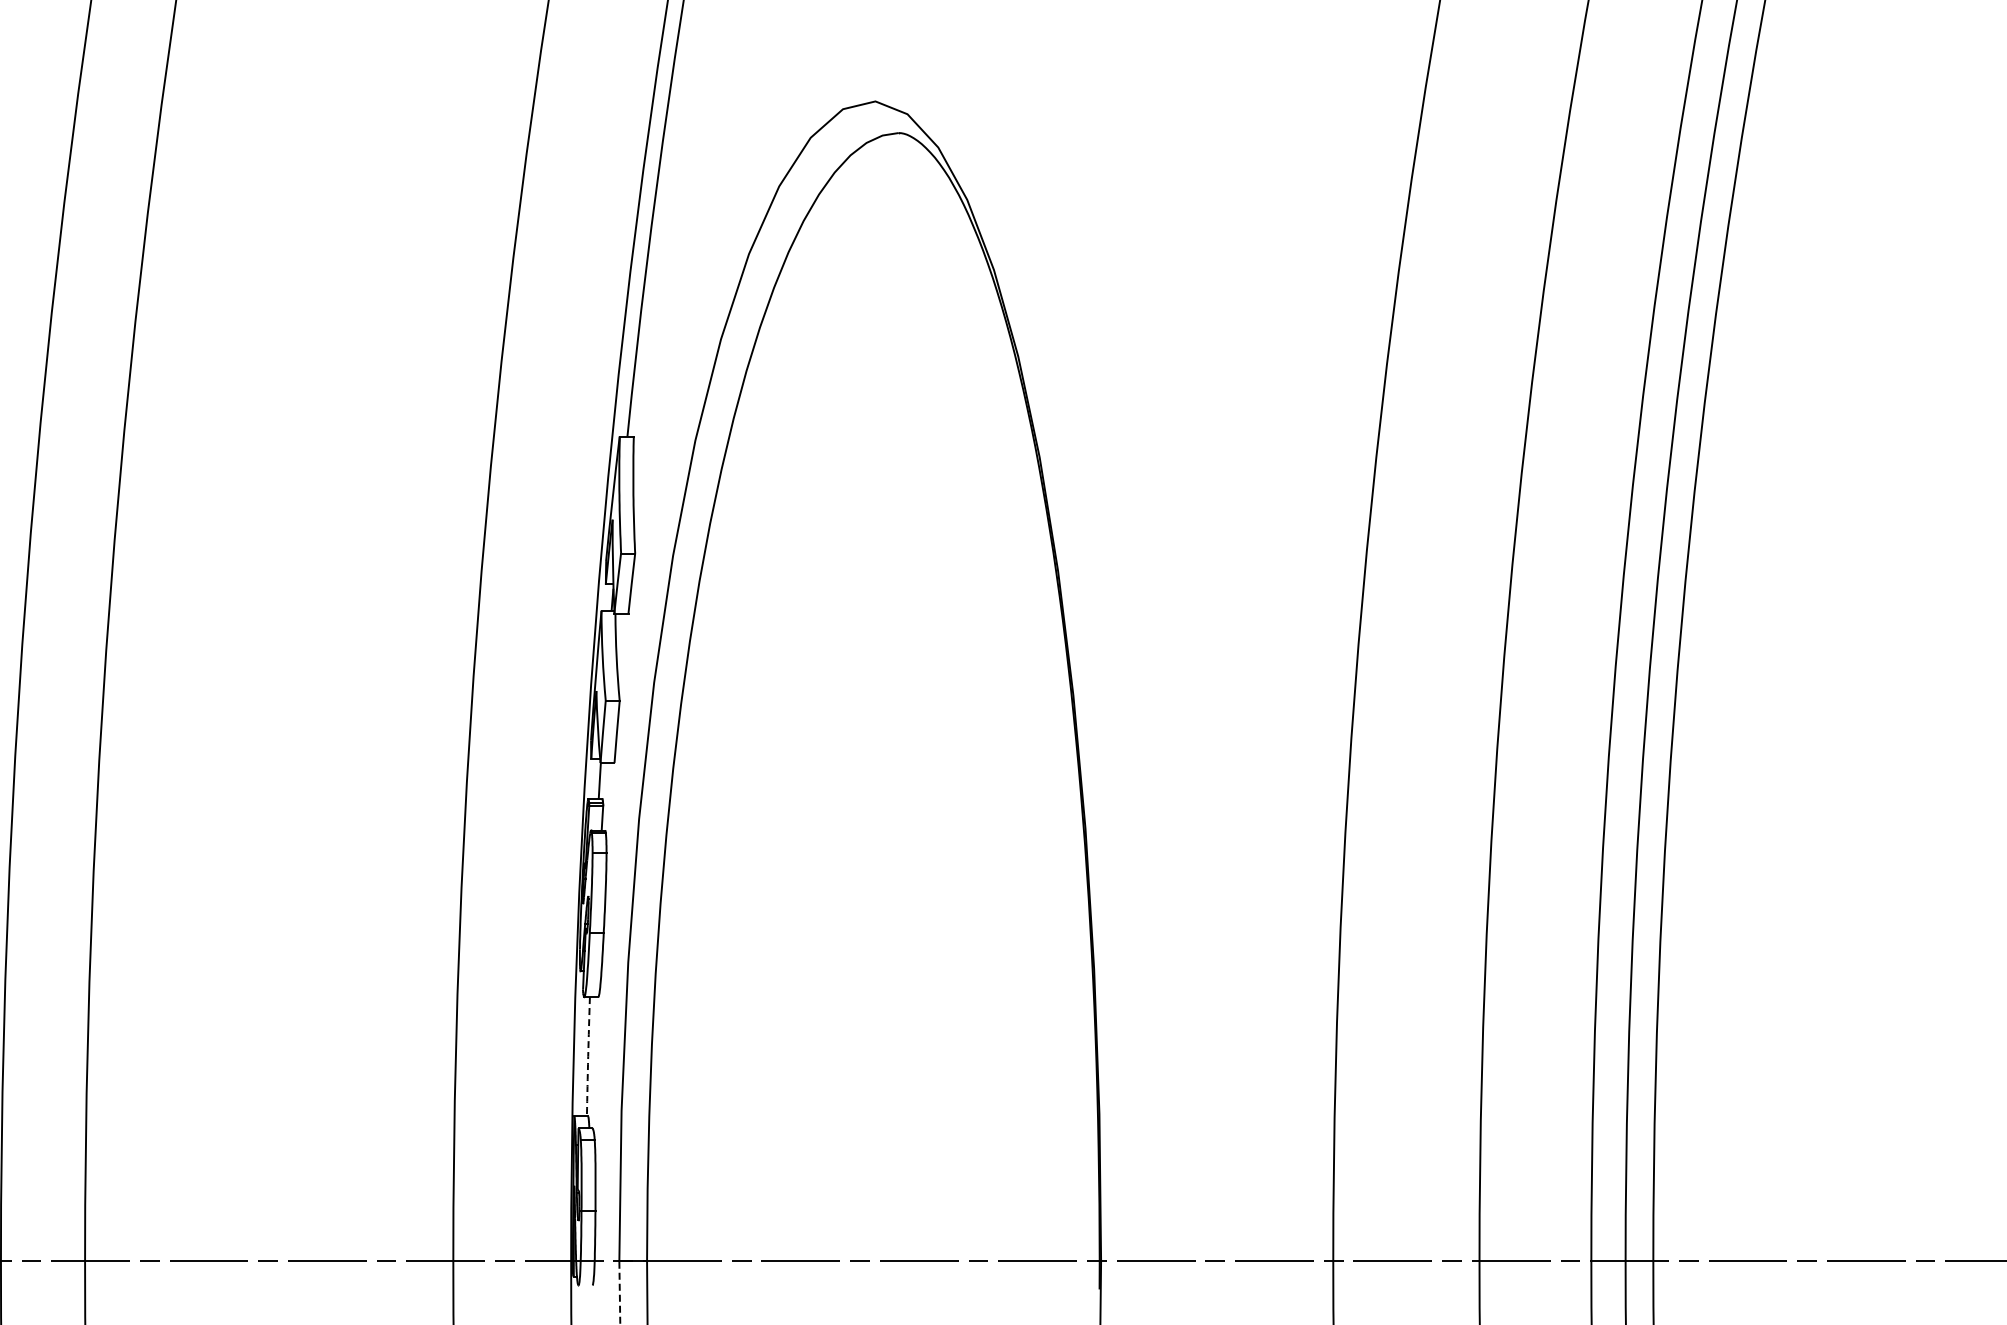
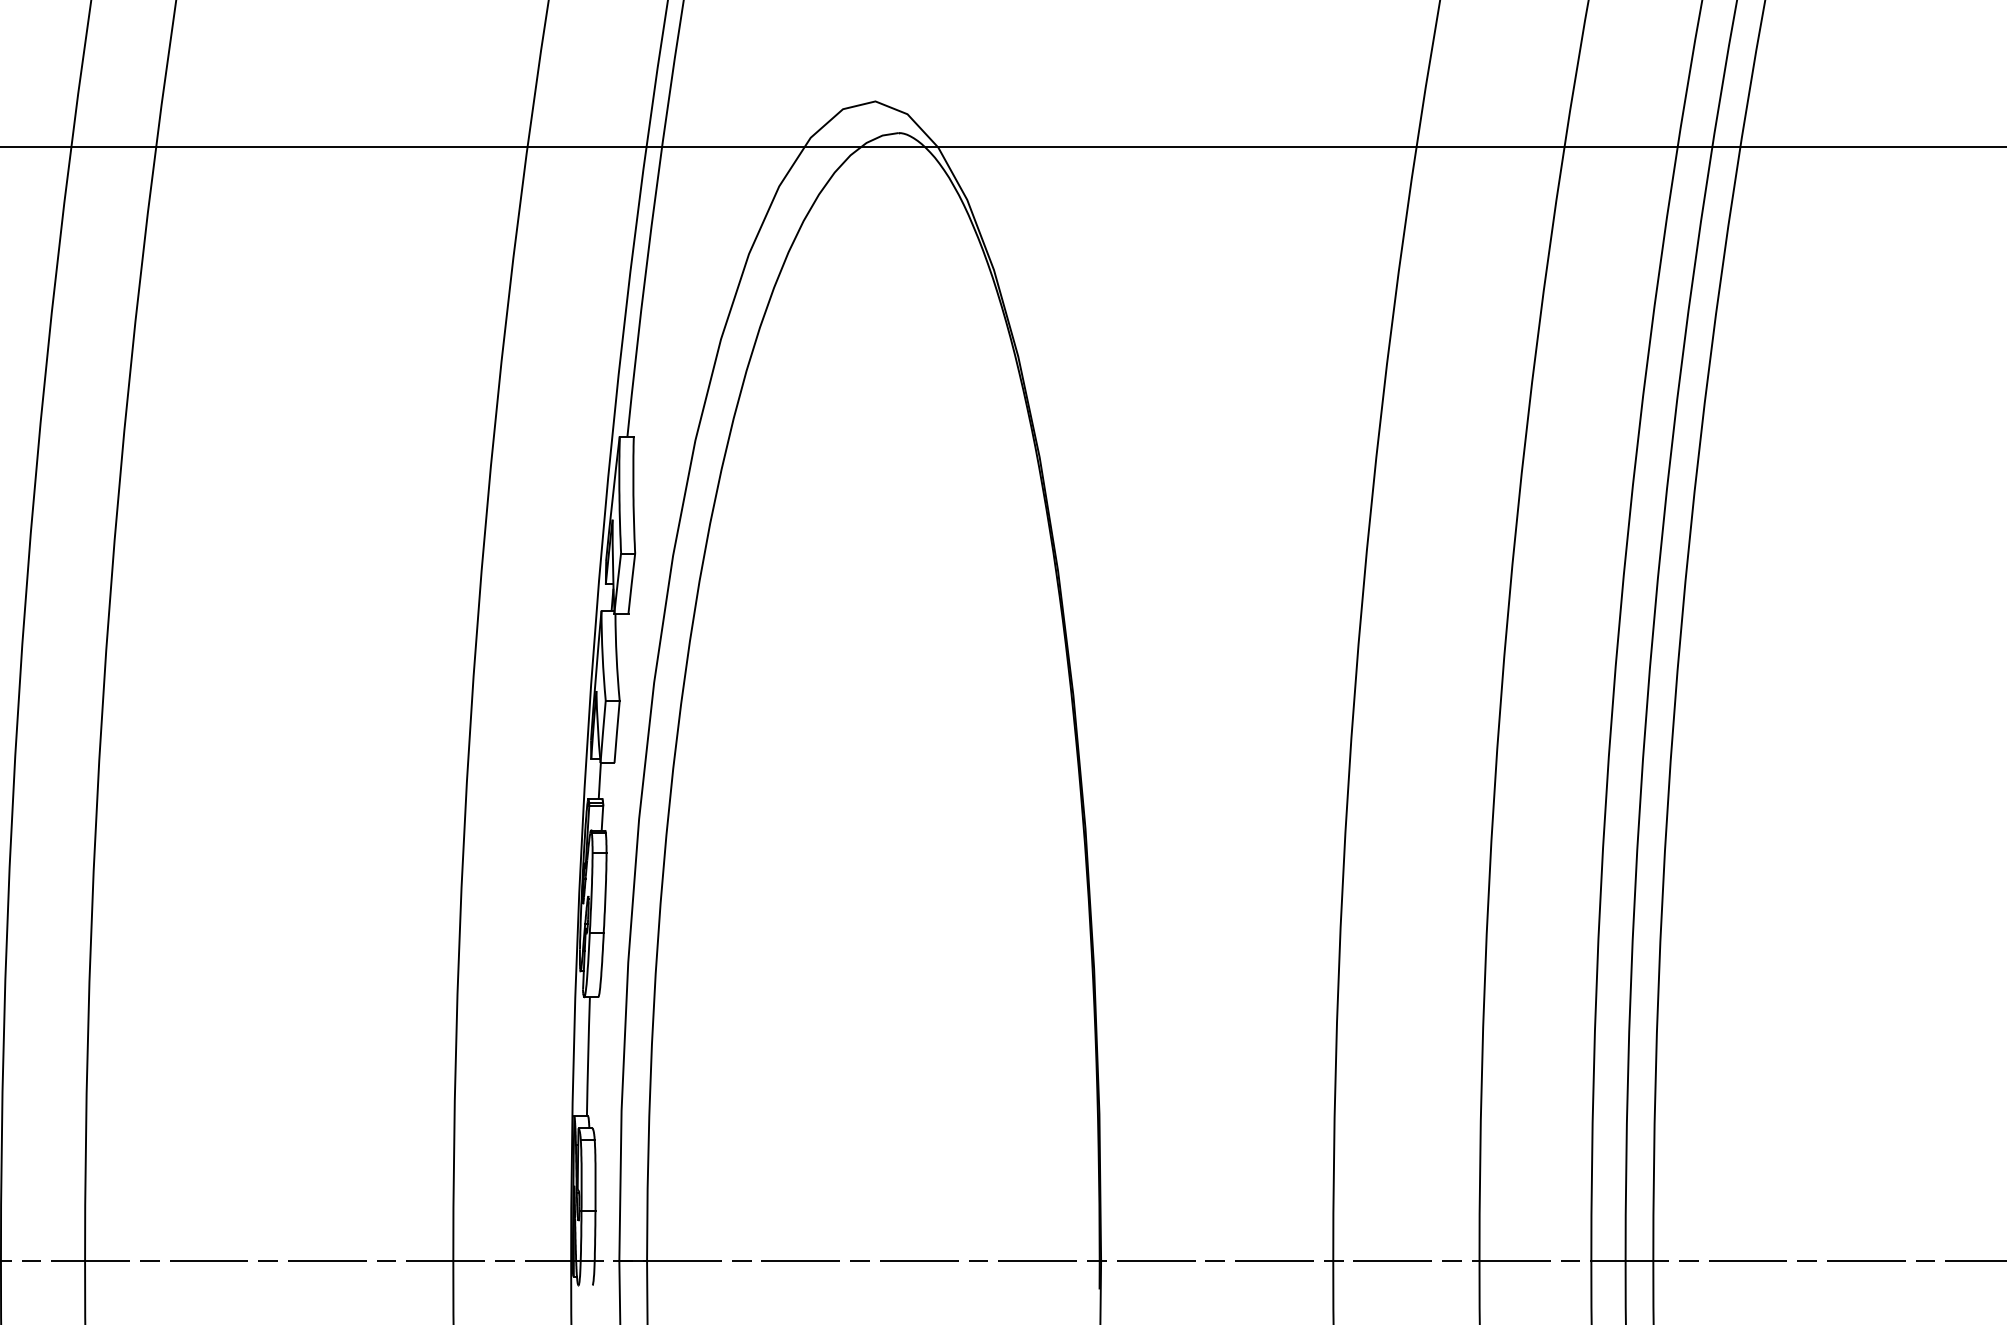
line at (1002, 146): none -> present
arc at (588, 1056): dashed -> solid
line at (619, 1292): dashed -> solid
